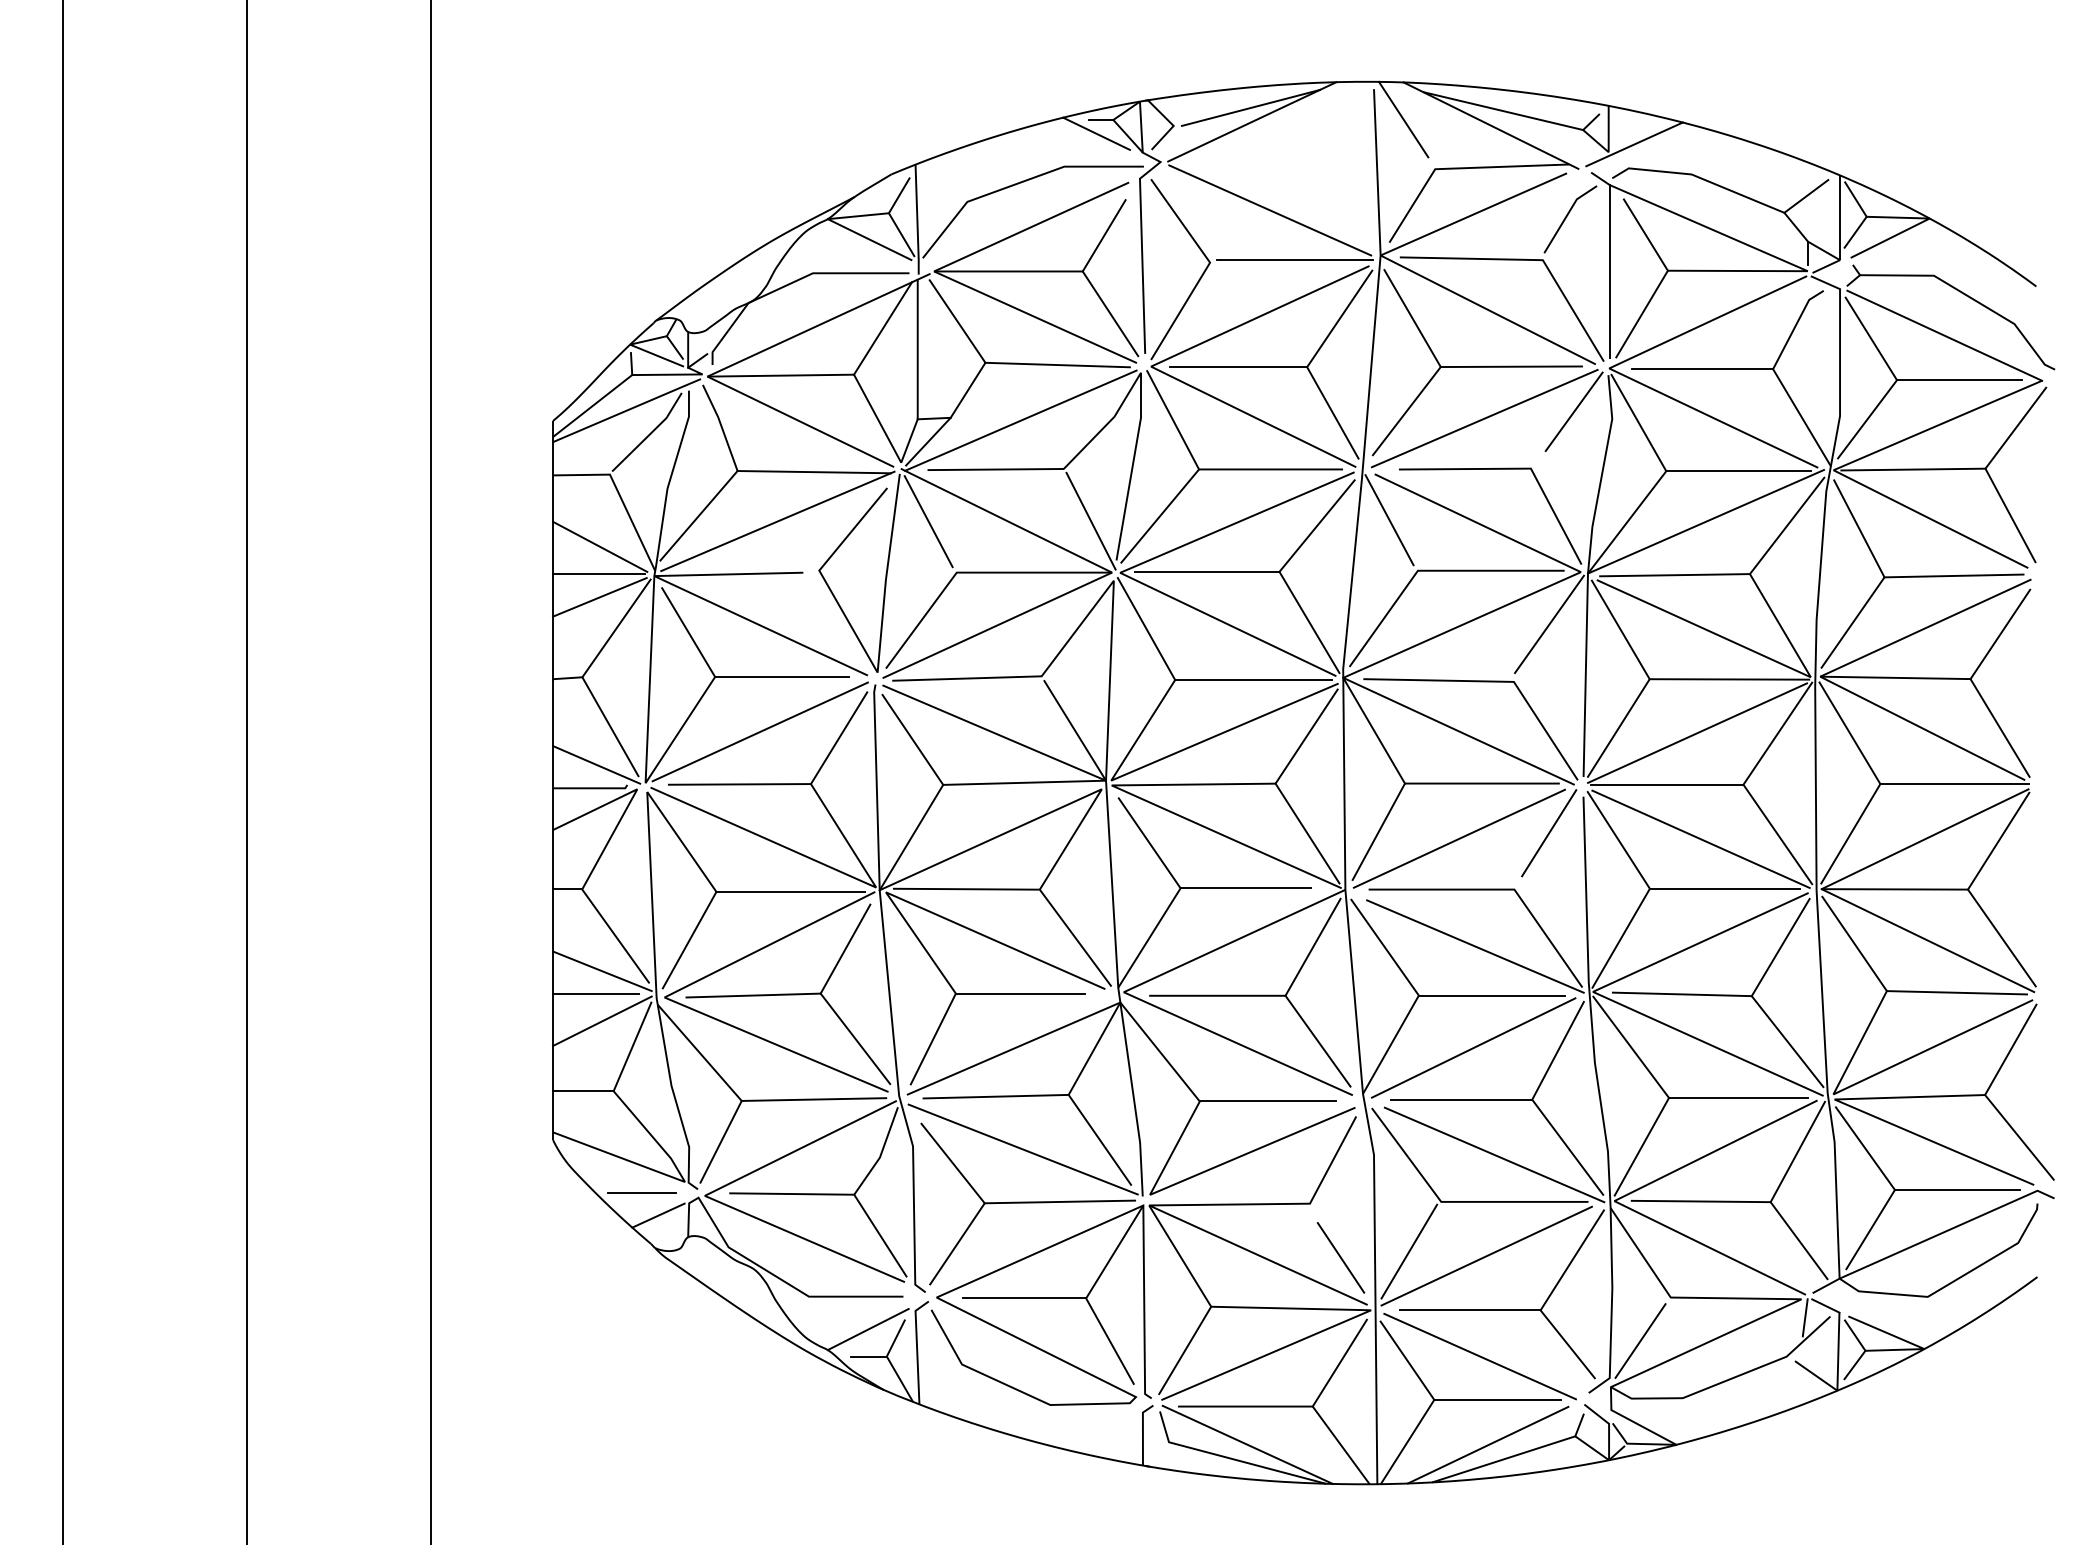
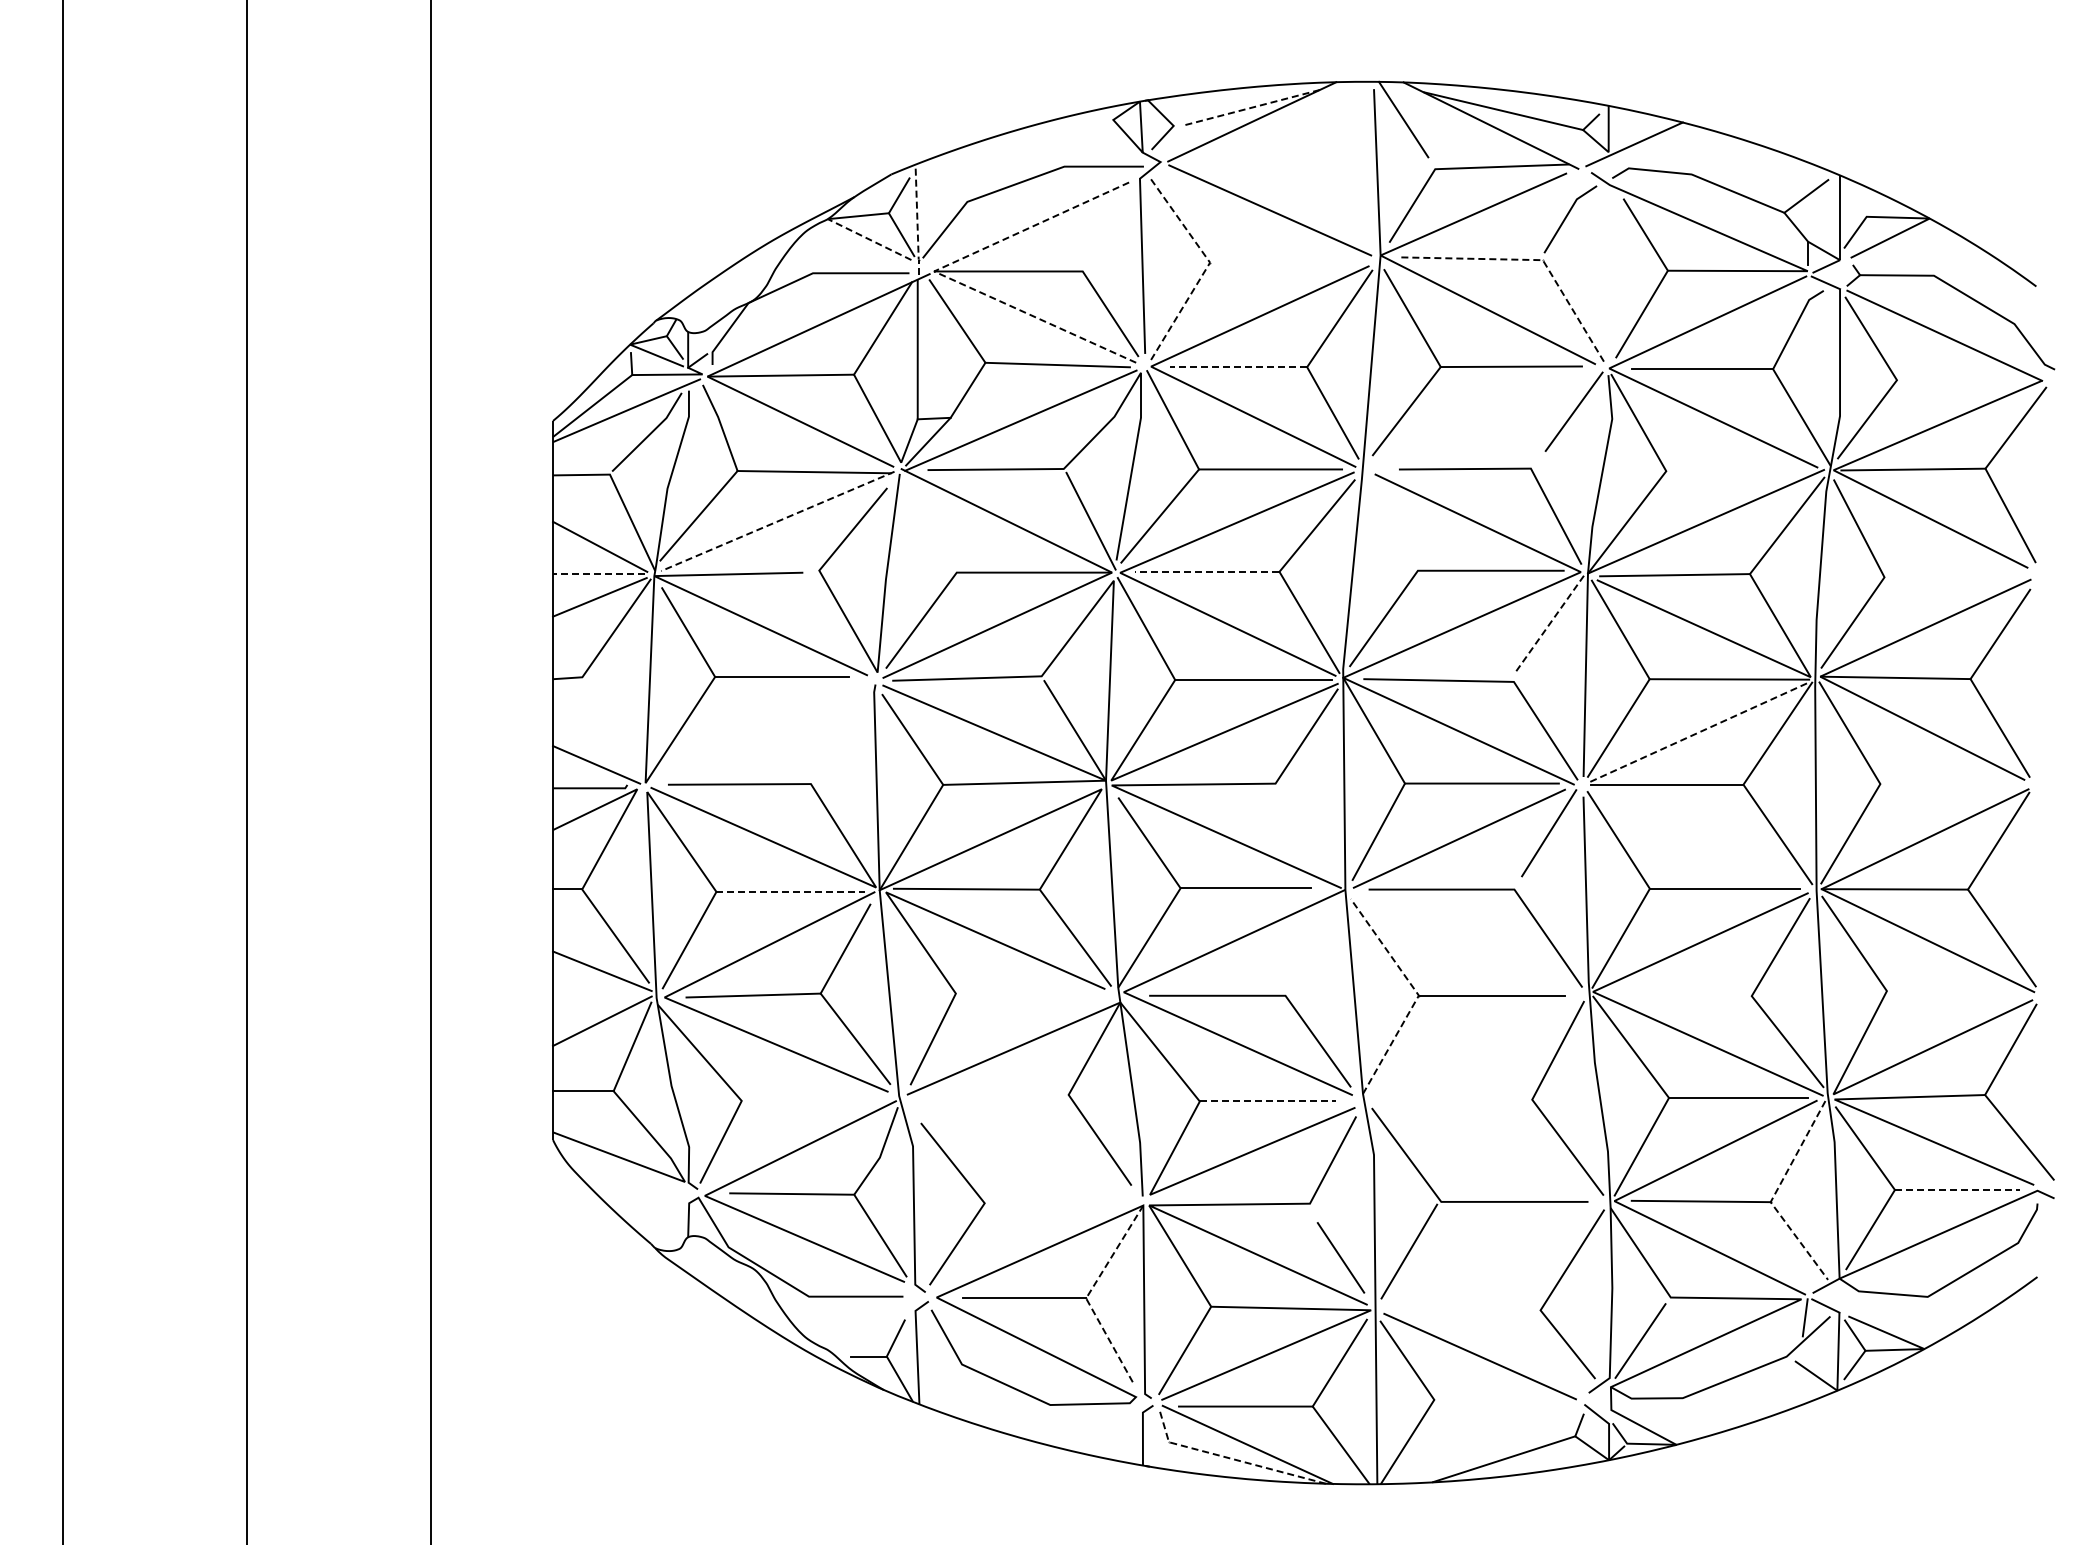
line at (1250, 108): solid -> dashed
line at (1100, 119): present -> none
line at (1096, 133): present -> none
line at (1855, 199): present -> none
line at (917, 220): solid -> dashed
line at (1103, 235): present -> none
line at (869, 239): solid -> dashed
line at (1530, 259): solid -> dashed
line at (1295, 260): present -> none
line at (1207, 266): solid -> dashed
line at (1609, 271): present -> none
line at (936, 272): solid -> dashed
line at (1238, 367): solid -> dashed
line at (1959, 380): present -> none
line at (1484, 418): present -> none
line at (1738, 471): present -> none
line at (1389, 520): present -> none
line at (777, 521): solid -> dashed
line at (928, 521): present -> none
line at (1206, 571): solid -> dashed
line at (598, 573): solid -> dashed
line at (1953, 575): present -> none
line at (1549, 624): solid -> dashed
line at (610, 726): present -> none
line at (759, 731): present -> none
line at (1697, 733): solid -> dashed
line at (838, 738): present -> none
line at (1954, 784): present -> none
line at (1307, 833): present -> none
line at (1700, 838): present -> none
line at (791, 891): solid -> dashed
line at (1312, 946): present -> none
line at (1475, 946): present -> none
line at (1956, 992): present -> none
line at (596, 993): present -> none
line at (1020, 993): present -> none
line at (1417, 993): solid -> dashed
line at (1681, 994): present -> none
line at (1473, 1047): present -> none
line at (995, 1096): present -> none
line at (813, 1099): present -> none
line at (1461, 1099): present -> none
line at (1268, 1101): solid -> dashed
line at (1022, 1149): present -> none
line at (1494, 1154): present -> none
line at (1957, 1189): solid -> dashed
line at (642, 1192): present -> none
line at (1774, 1195): solid -> dashed
line at (1059, 1201): present -> none
line at (658, 1215): present -> none
line at (1486, 1255): present -> none
line at (1088, 1295): solid -> dashed
line at (1469, 1310): present -> none
line at (867, 1329): present -> none
line at (1497, 1399): present -> none
line at (1487, 1444): present -> none
line at (1230, 1458): solid -> dashed
